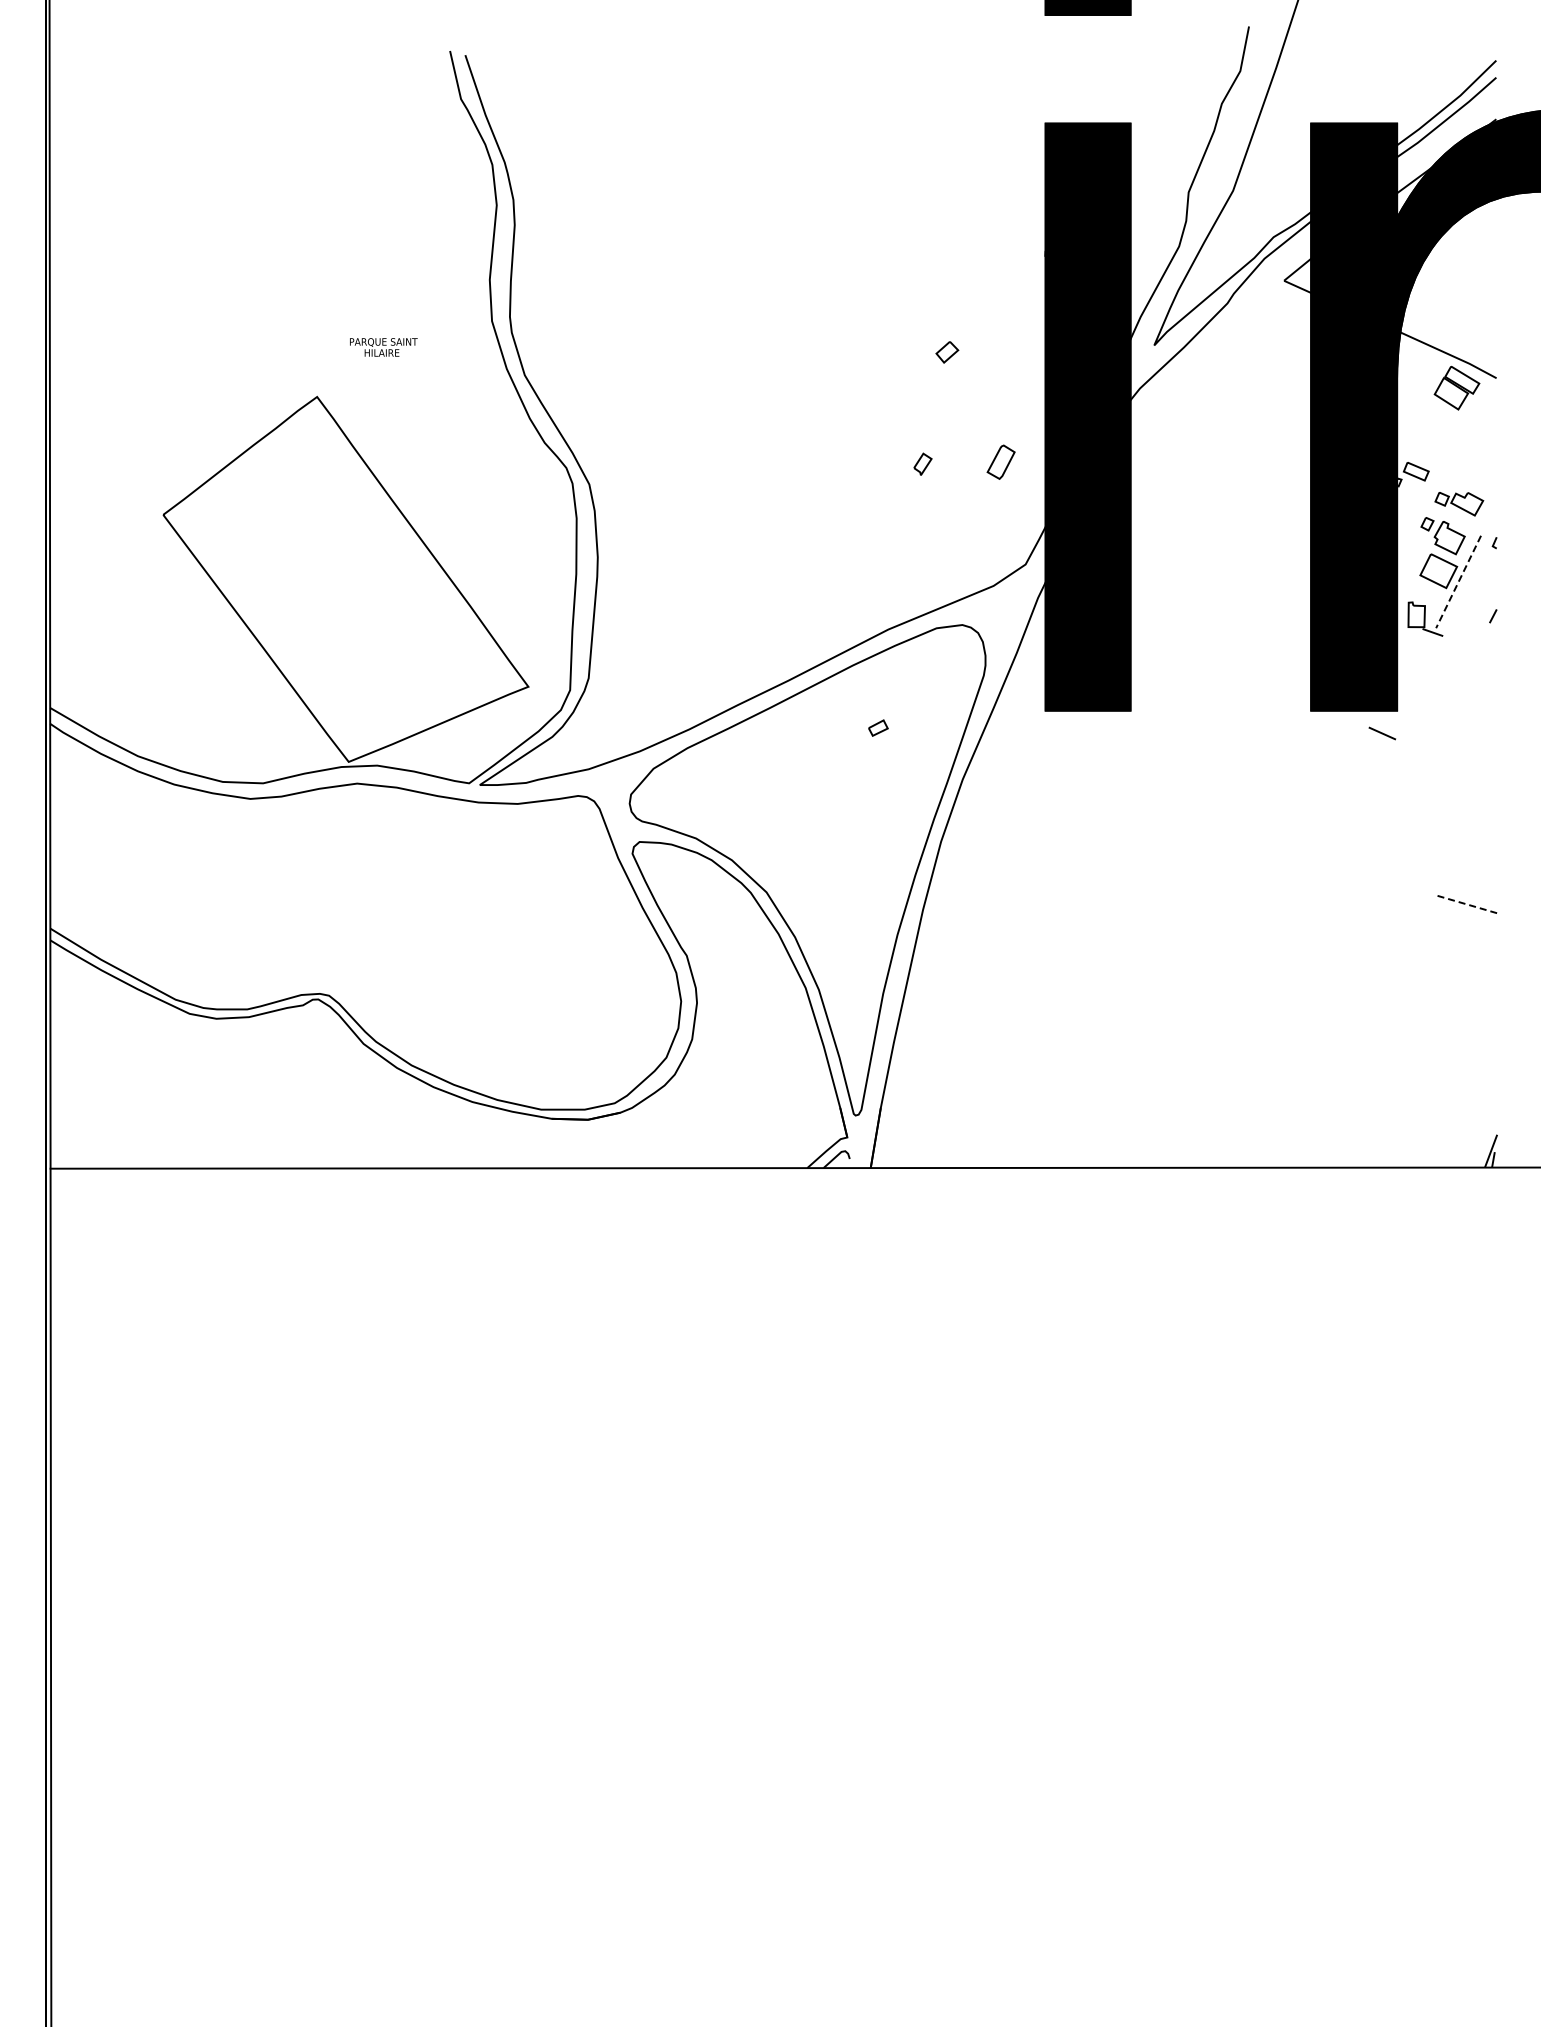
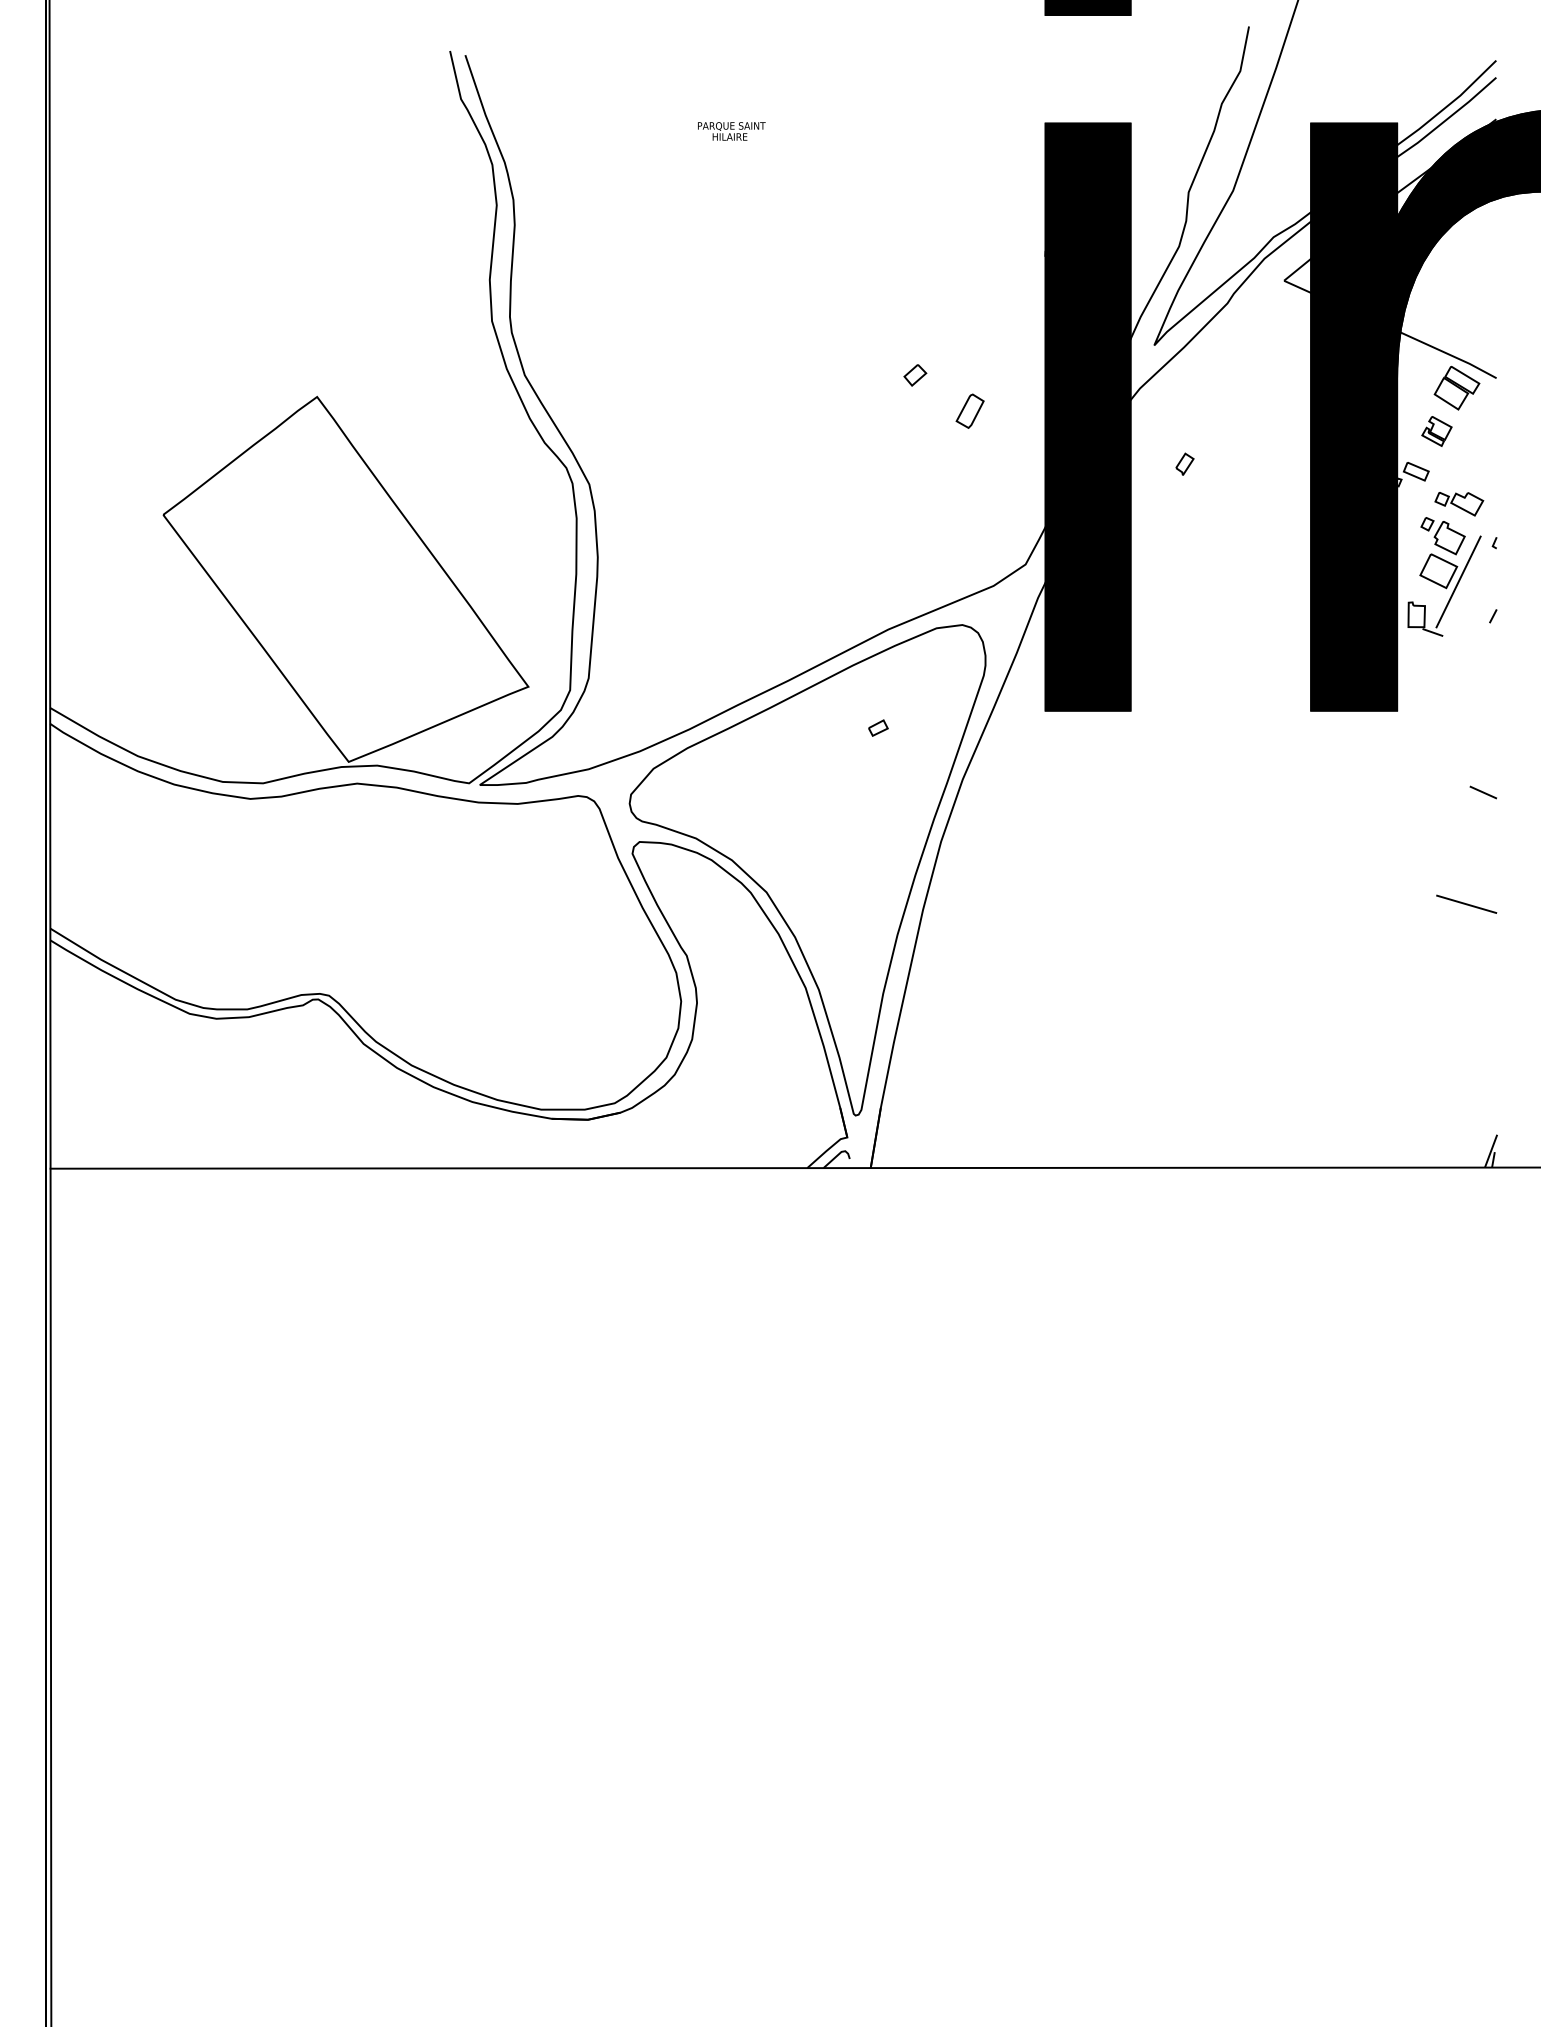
text at (383, 347) position: (383, 347) -> (731, 131)
part at (947, 352) position: (947, 352) -> (915, 375)
part at (1436, 431): none -> present
part at (1000, 461) position: (1000, 461) -> (969, 410)
part at (922, 463) position: (922, 463) -> (1184, 463)
line at (1458, 582): dashed -> solid
line at (1381, 733) position: (1381, 733) -> (1482, 792)
line at (1466, 904): dashed -> solid
